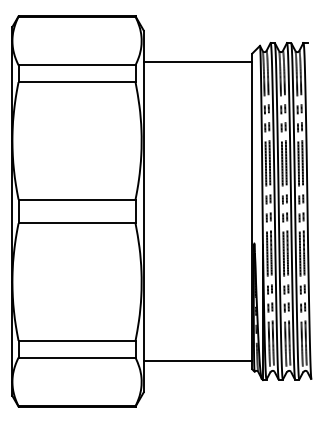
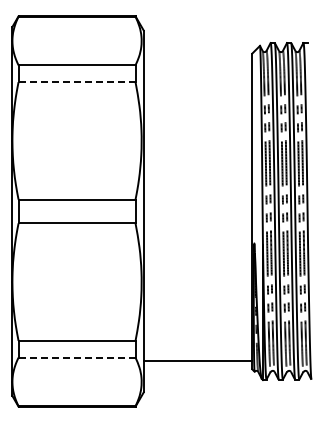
line at (197, 62): present -> none
line at (77, 82): solid -> dashed
line at (77, 357): solid -> dashed
